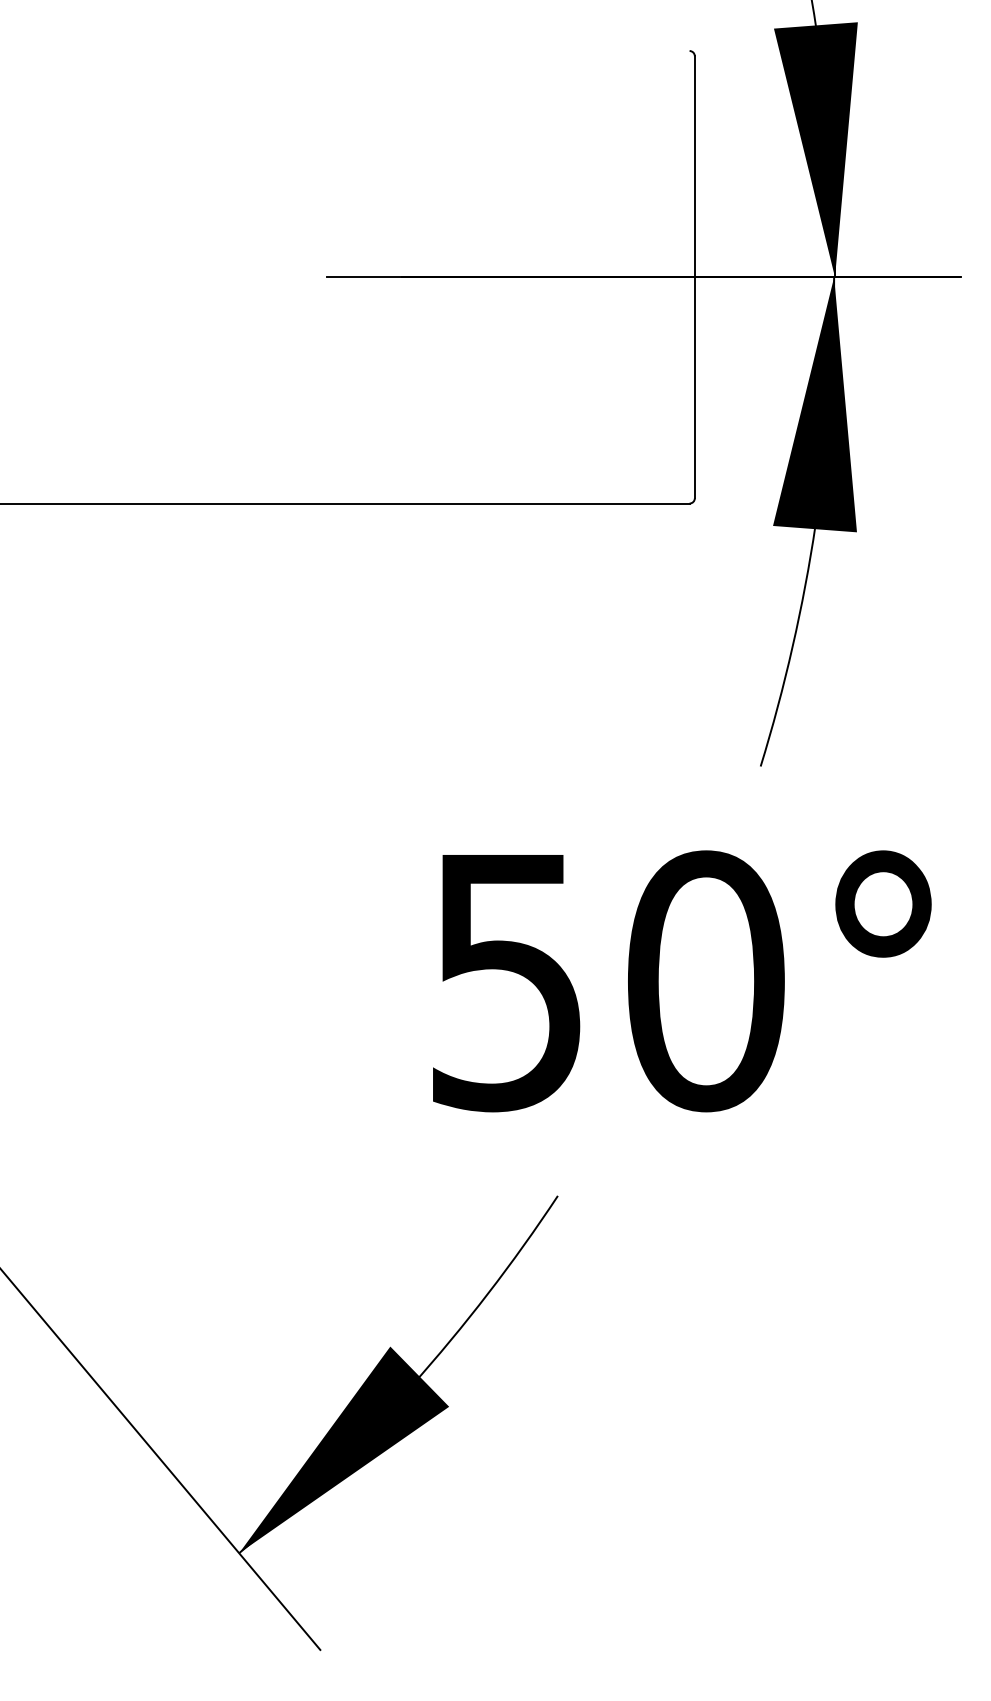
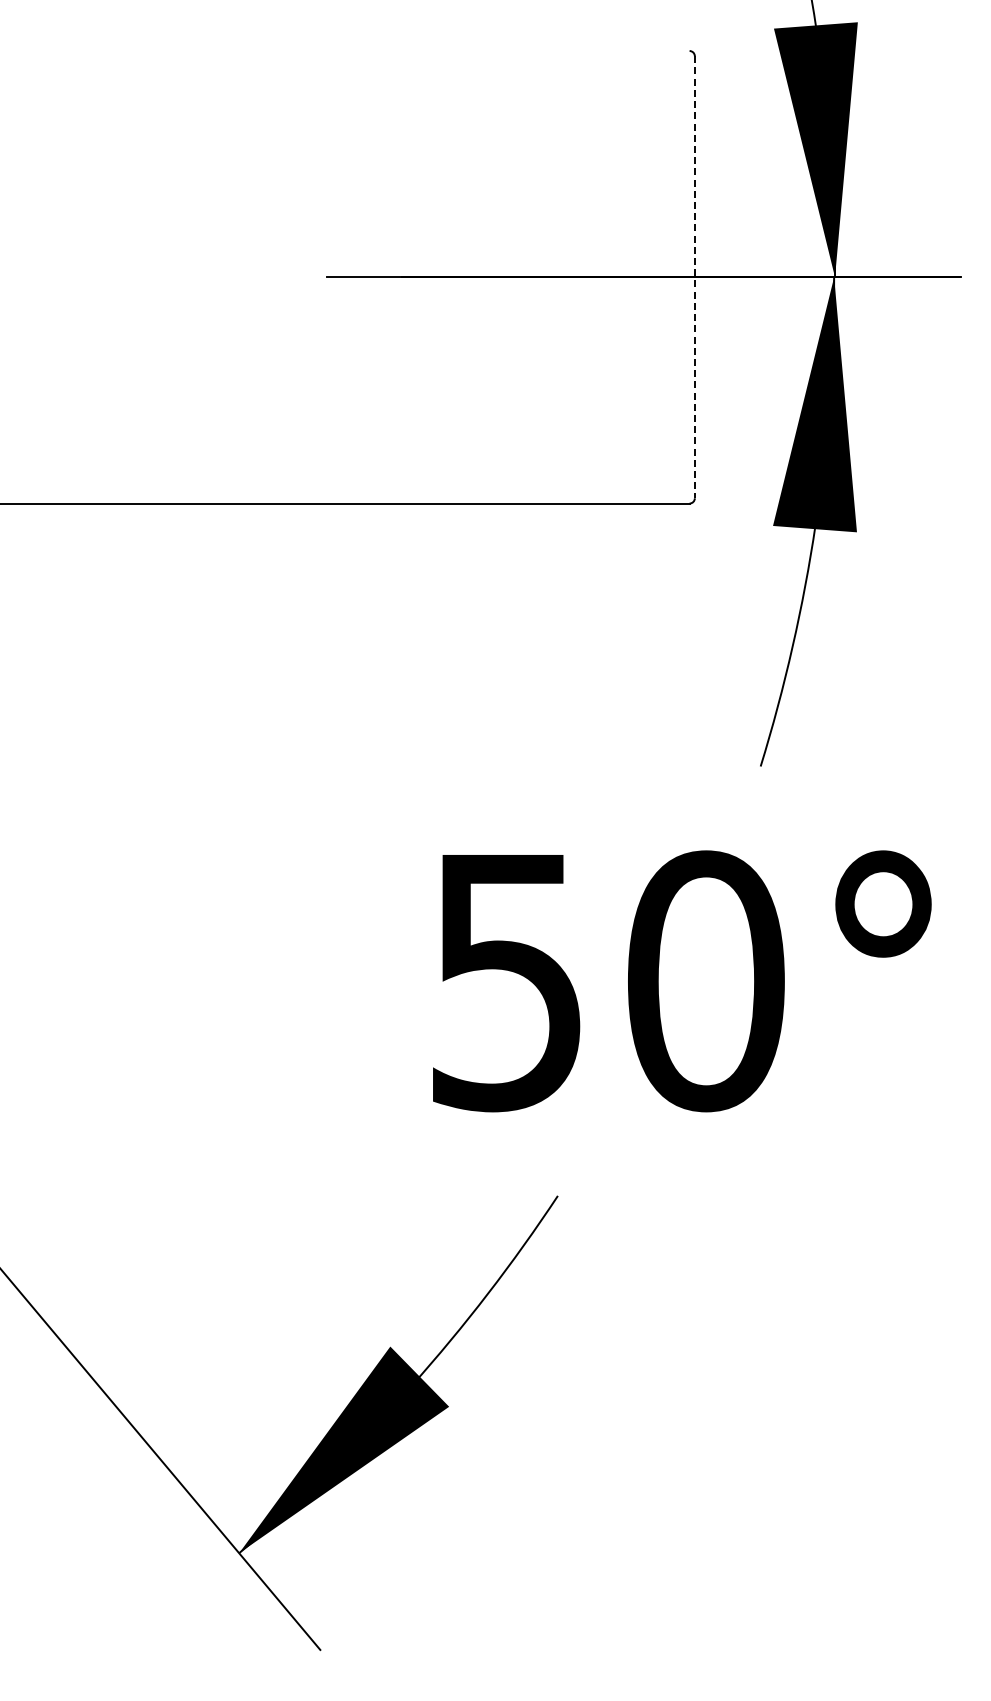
line at (694, 277): solid -> dashed
